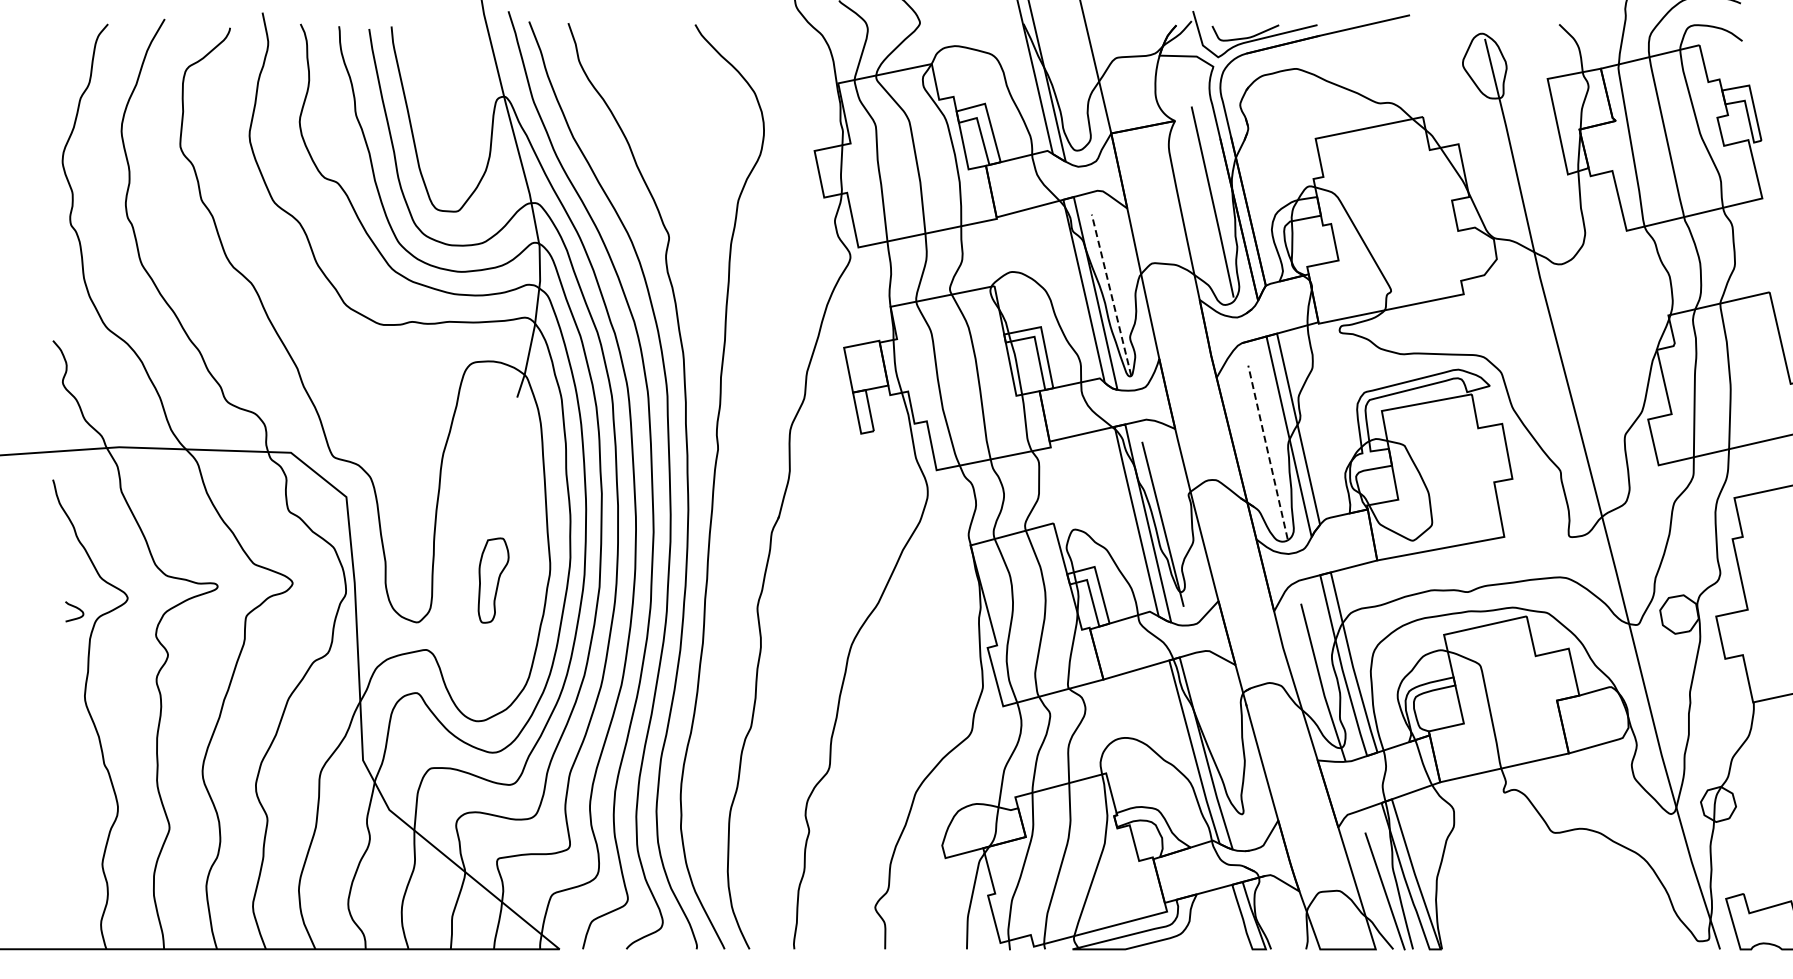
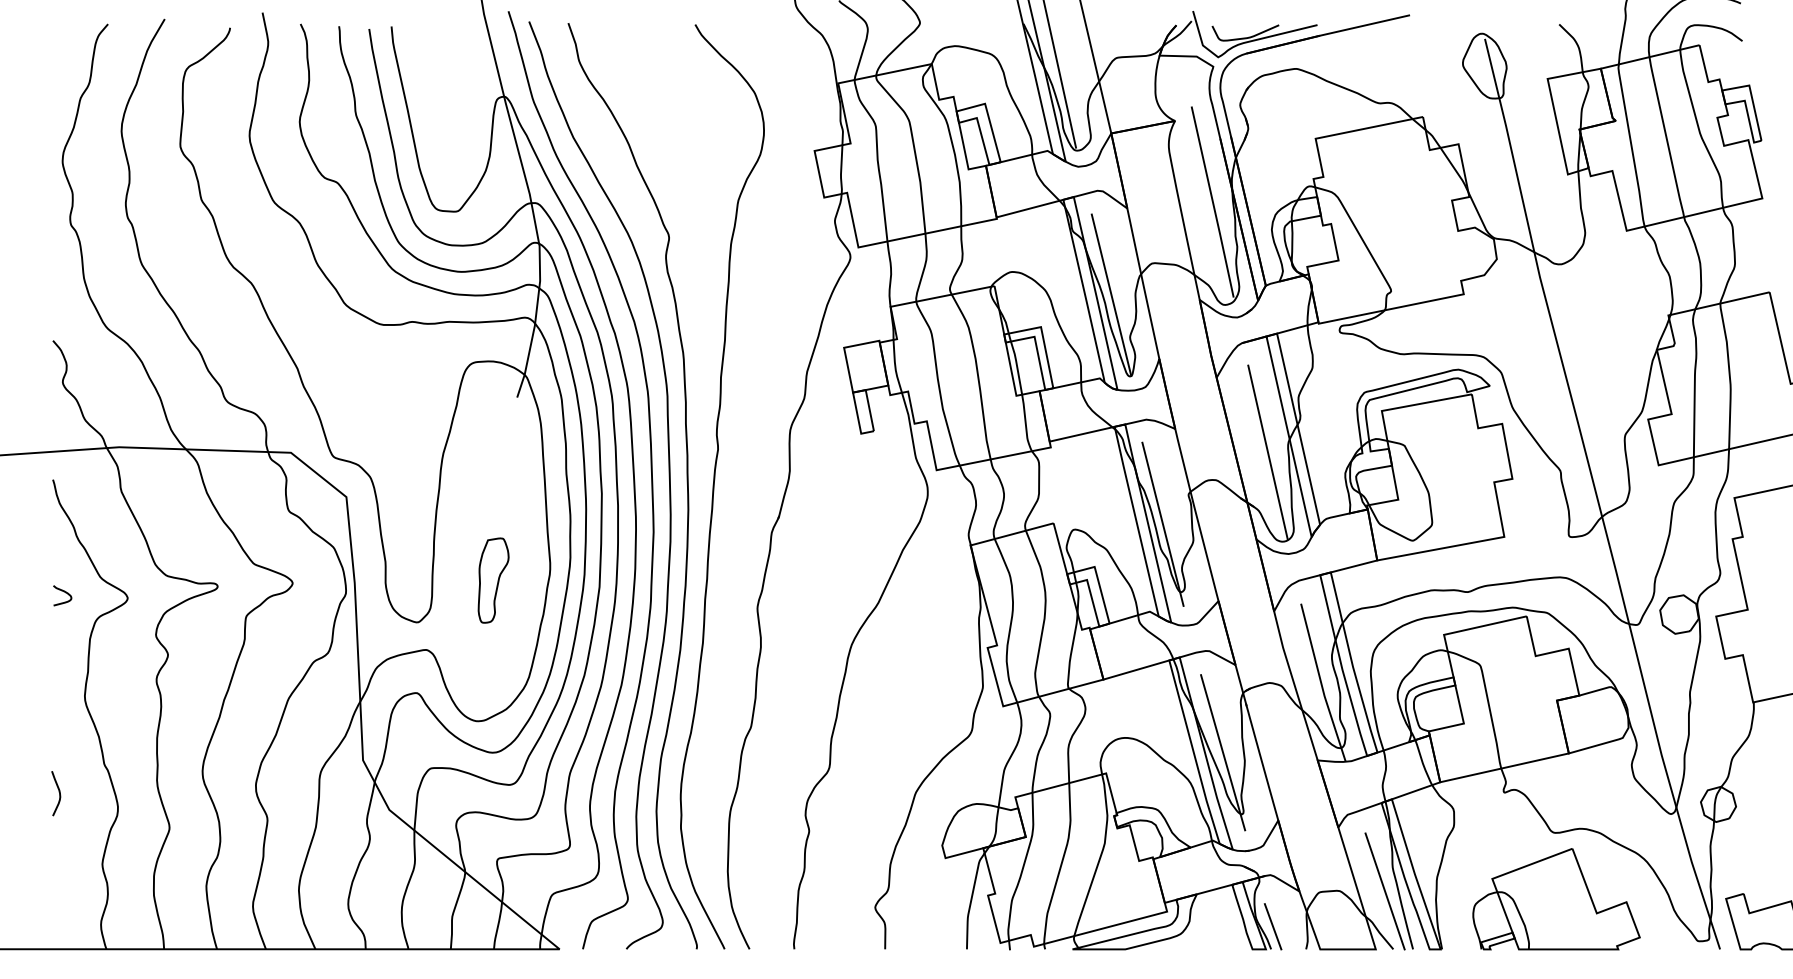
line at (1060, 74): none -> present
line at (1111, 294): dashed -> solid
line at (1267, 452): dashed -> solid
curve at (76, 608) position: (76, 608) -> (64, 592)
line at (1223, 752): none -> present
curve at (58, 792): none -> present
part at (1556, 899): none -> present
line at (1272, 926): none -> present
